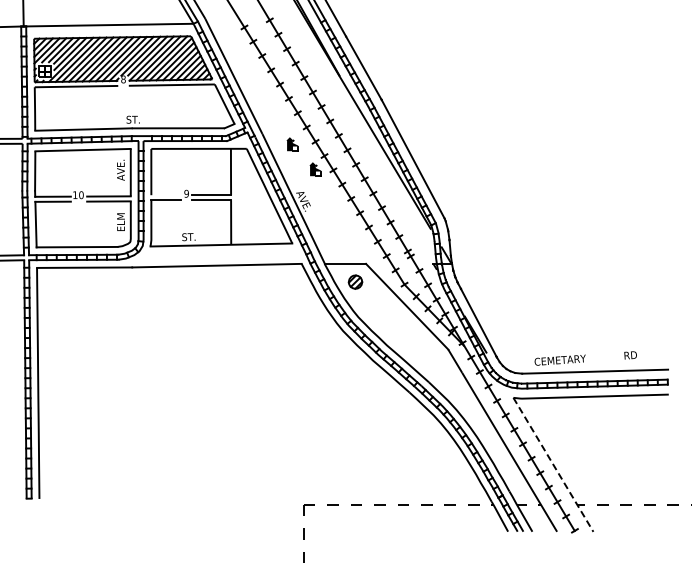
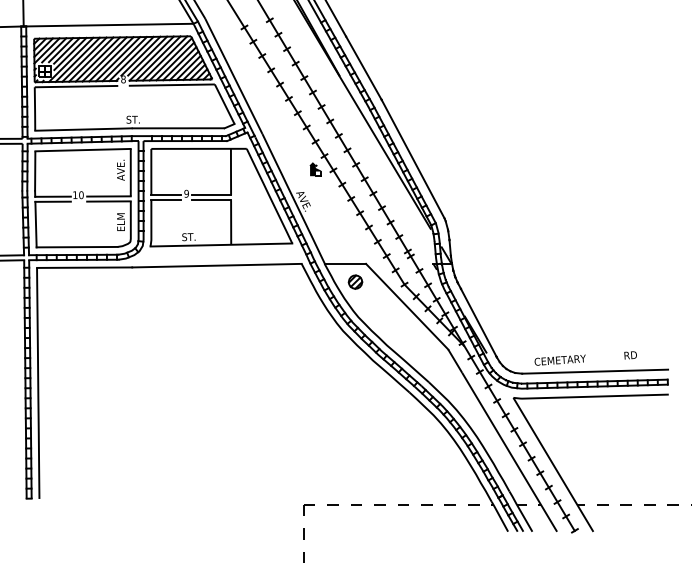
part at (292, 144): present -> none
line at (166, 195): none -> present
line at (553, 465): dashed -> solid
